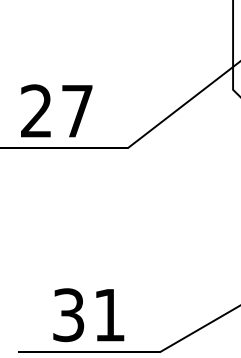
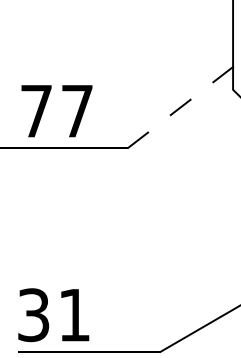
line at (184, 104): solid -> dashed
text at (36, 110): 27 -> 77
text at (88, 315) position: (88, 315) -> (53, 315)
